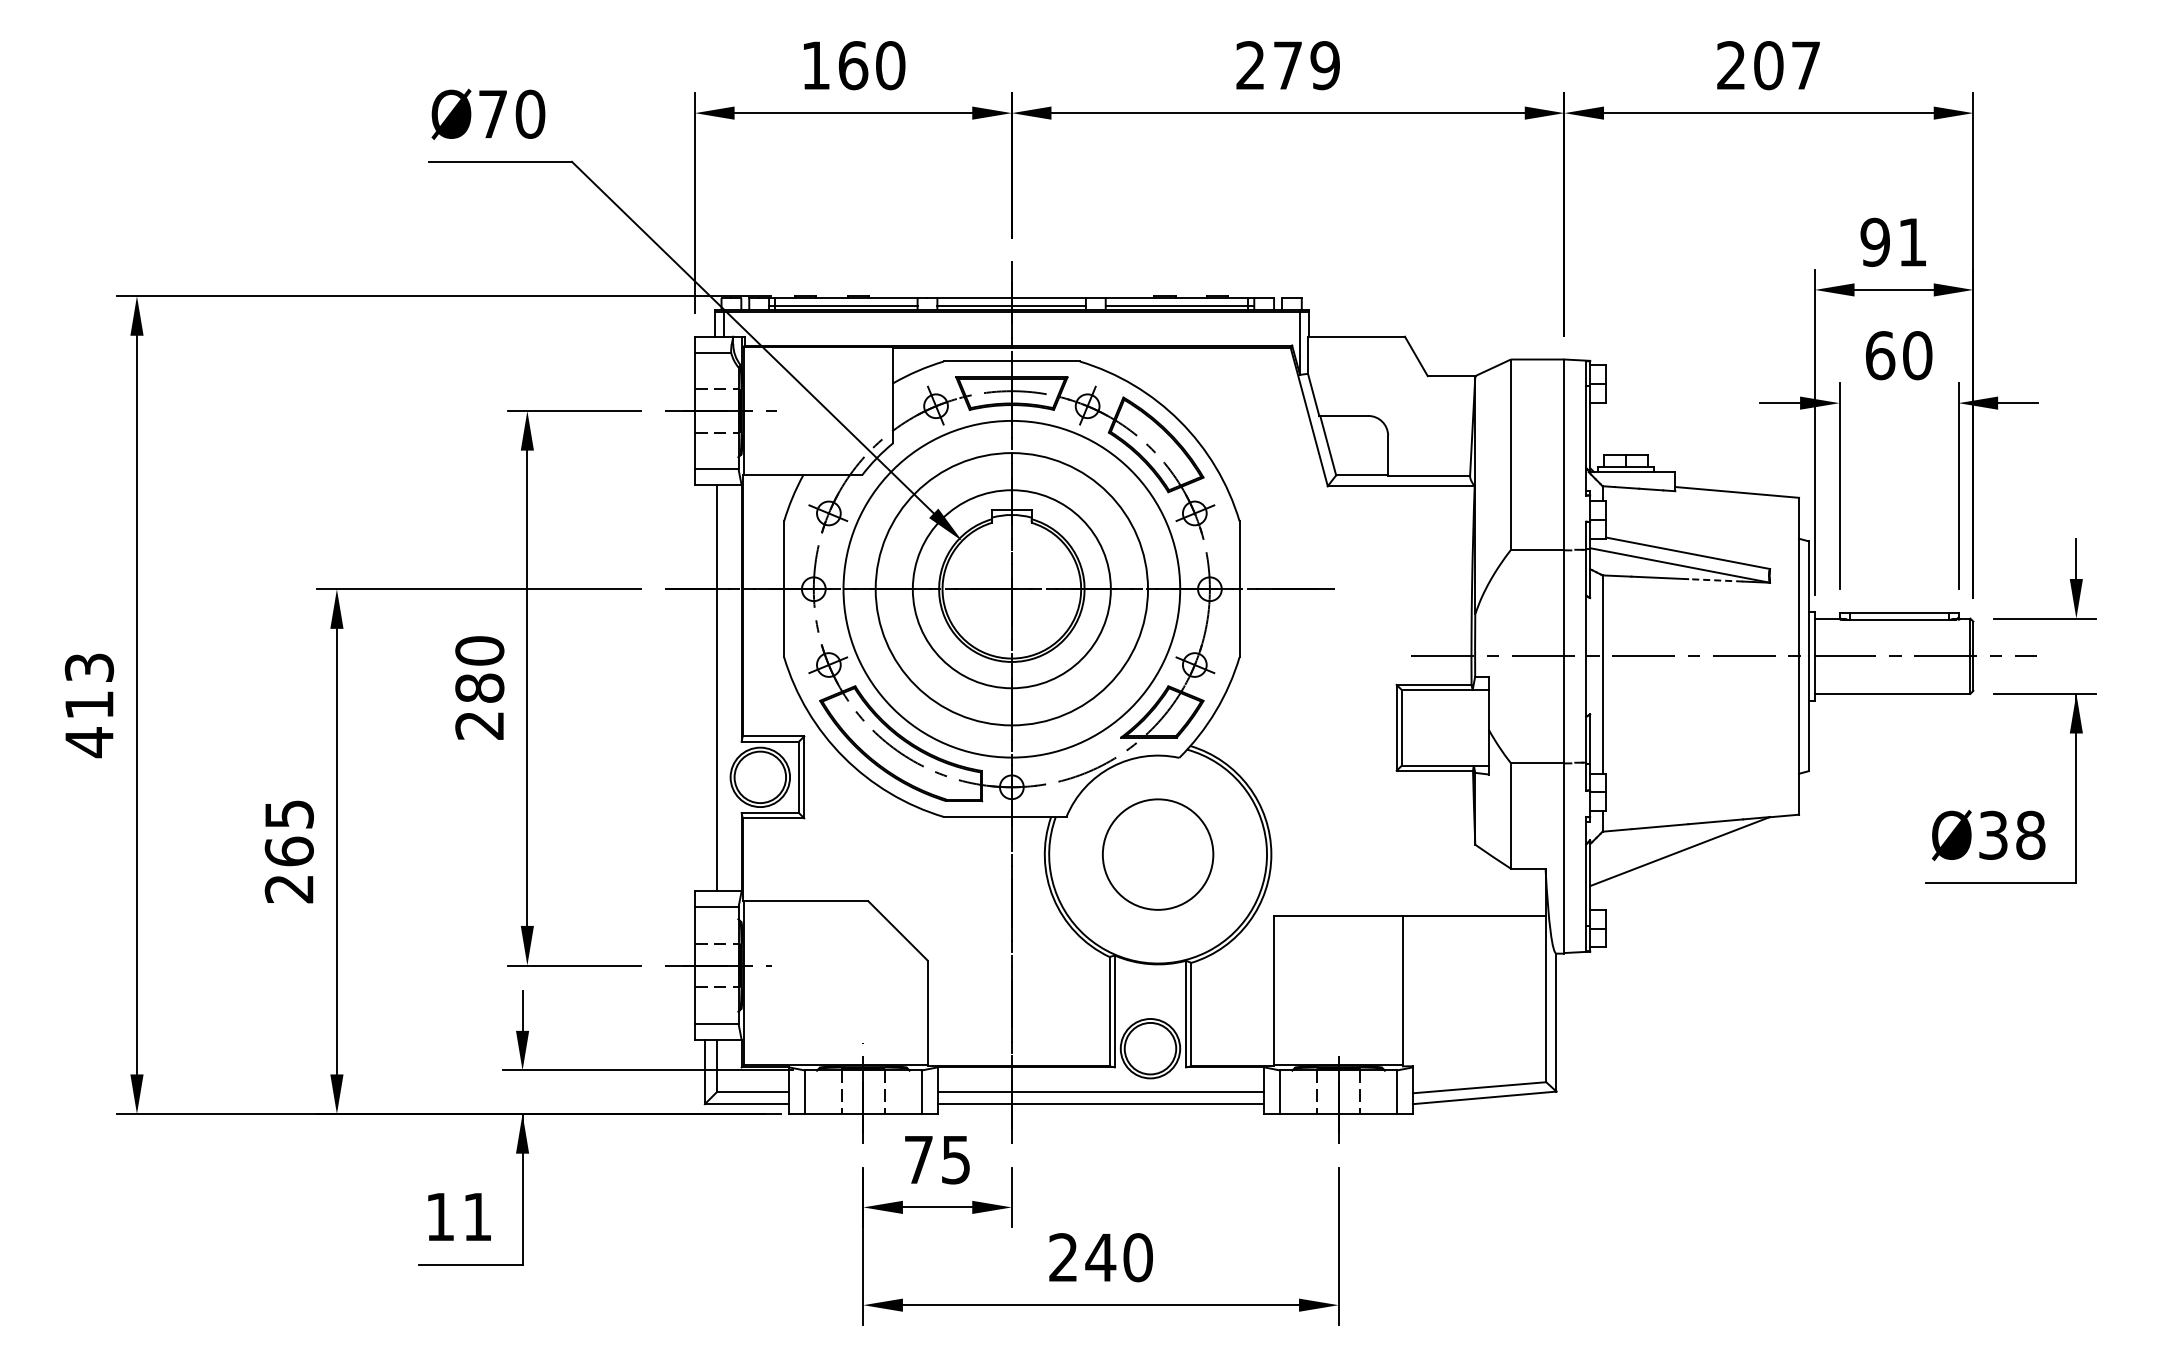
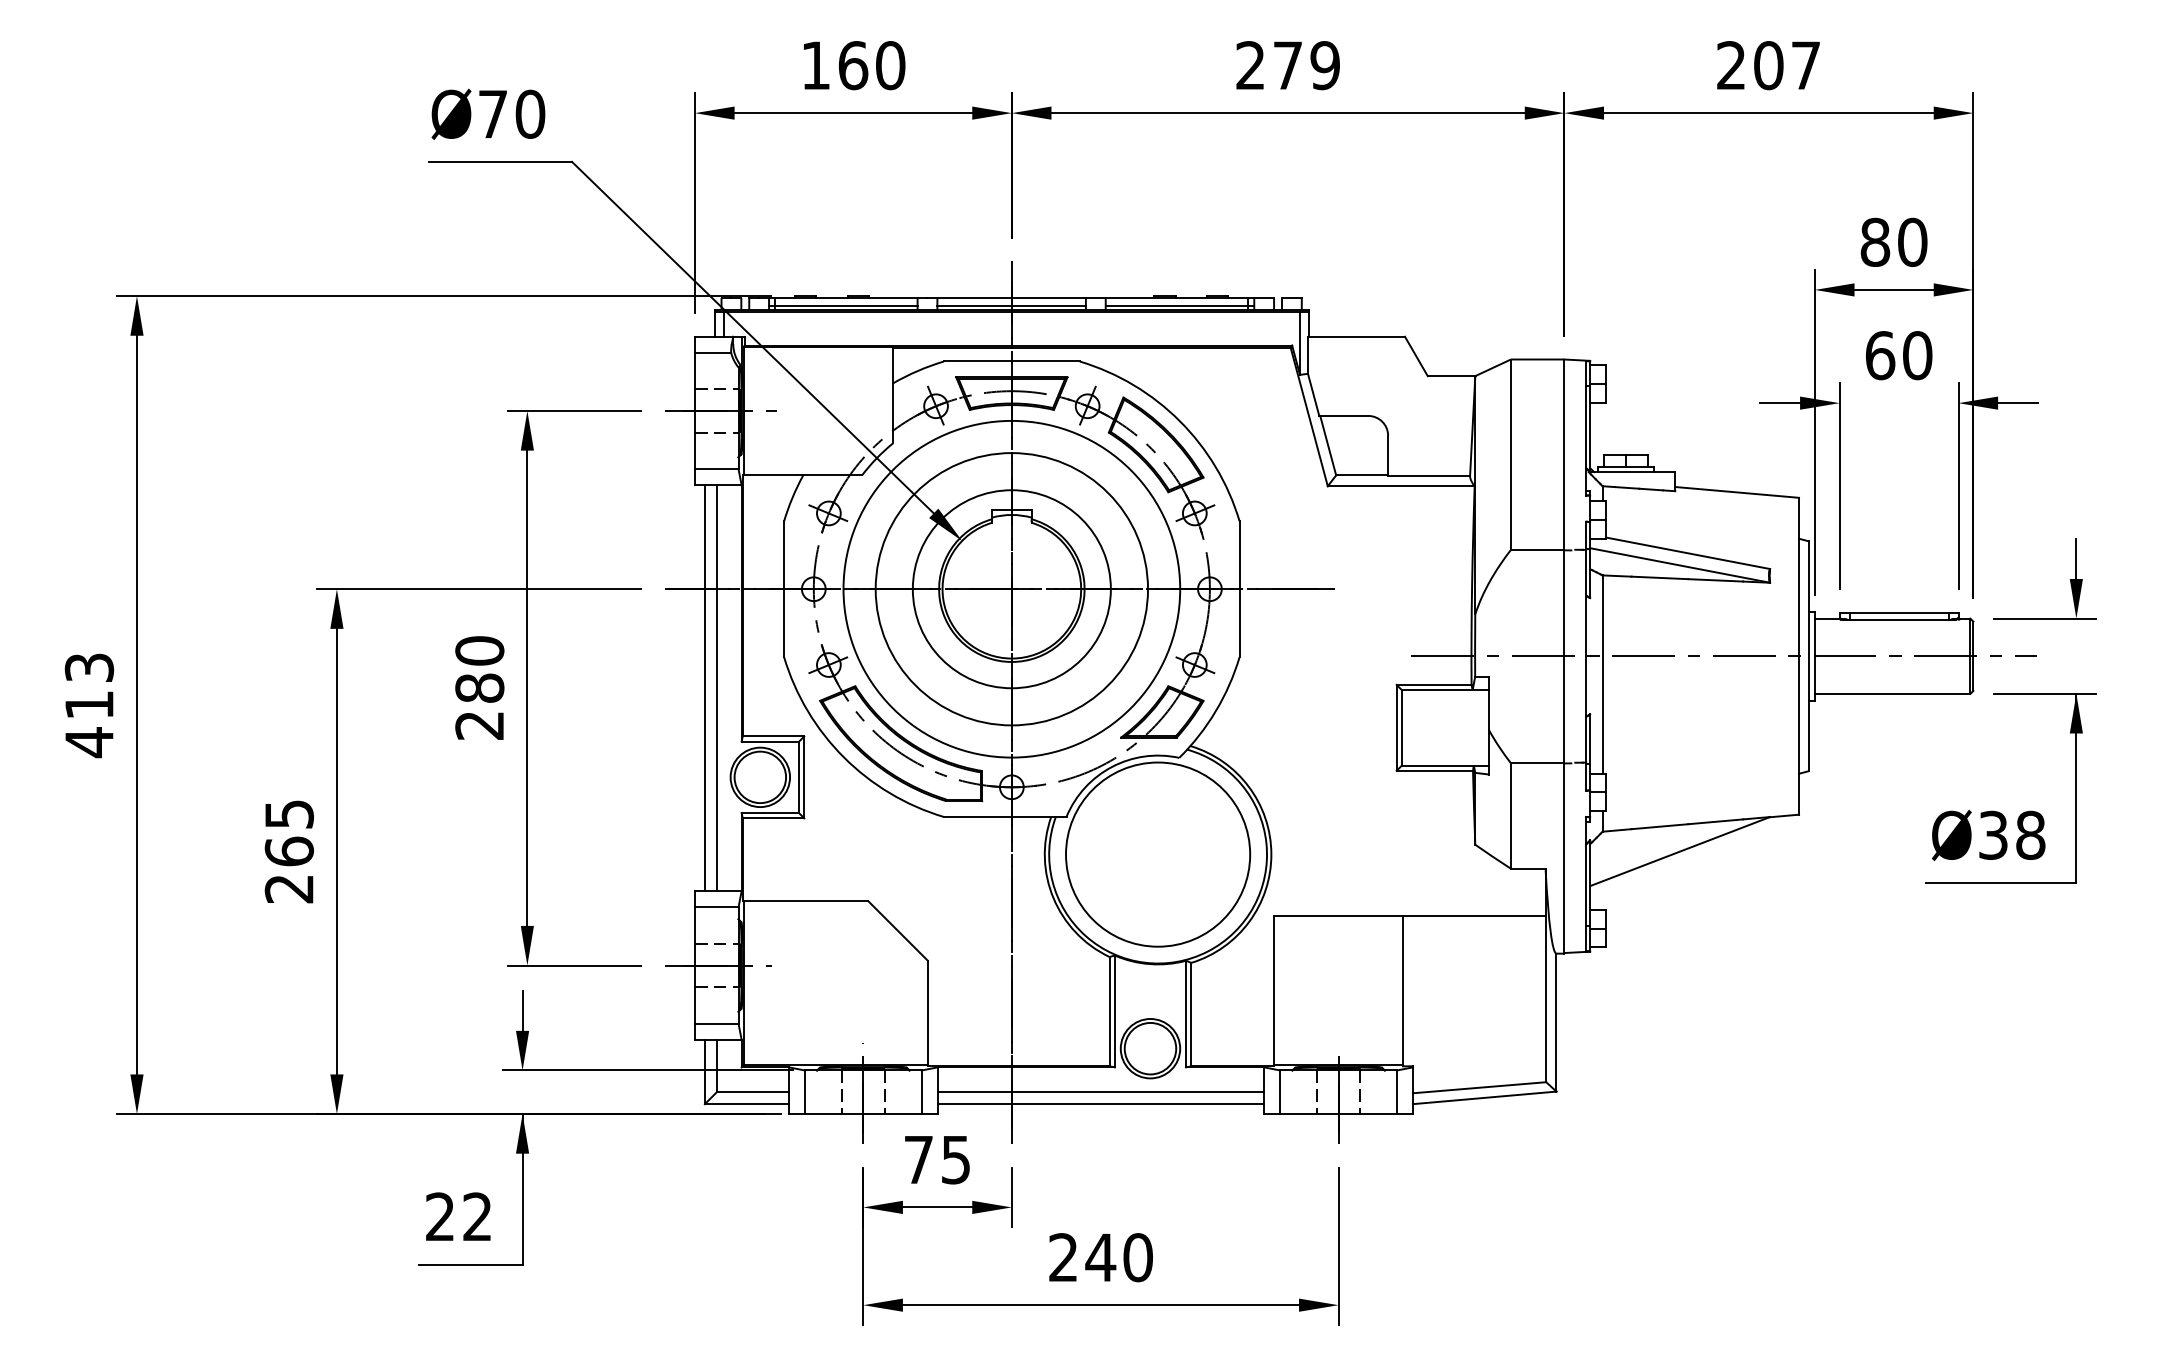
text at (1893, 241): 91 -> 80
line at (1715, 580): dashed -> solid
line at (704, 688): none -> present
circle at (1157, 854) diameter: 111 px -> 184 px
text at (458, 1216): 11 -> 22
